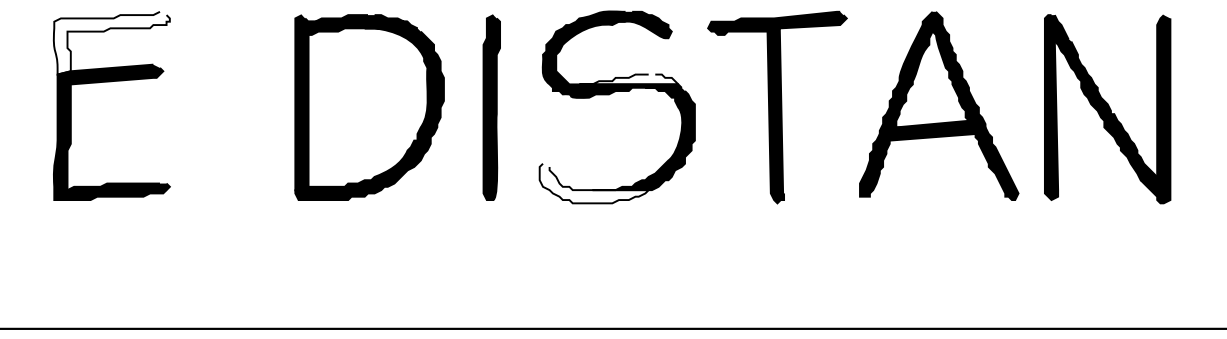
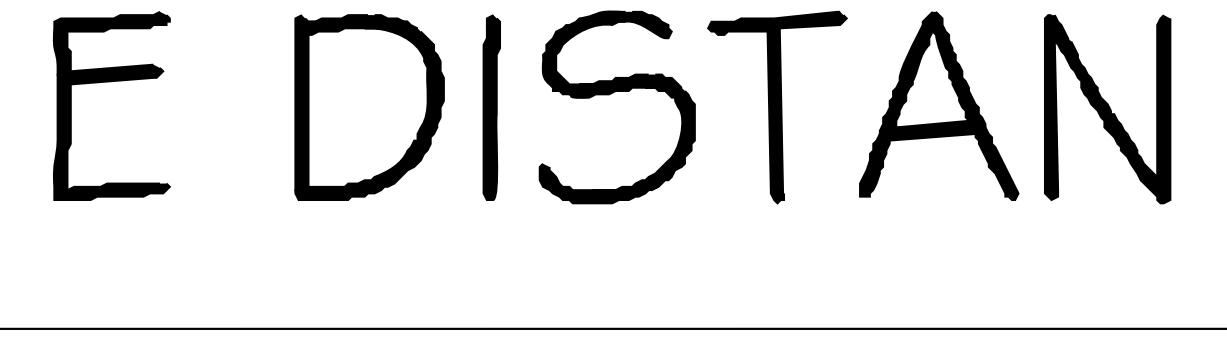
fill at (111, 42): none -> present
fill at (628, 79): none -> present
fill at (593, 183): none -> present
